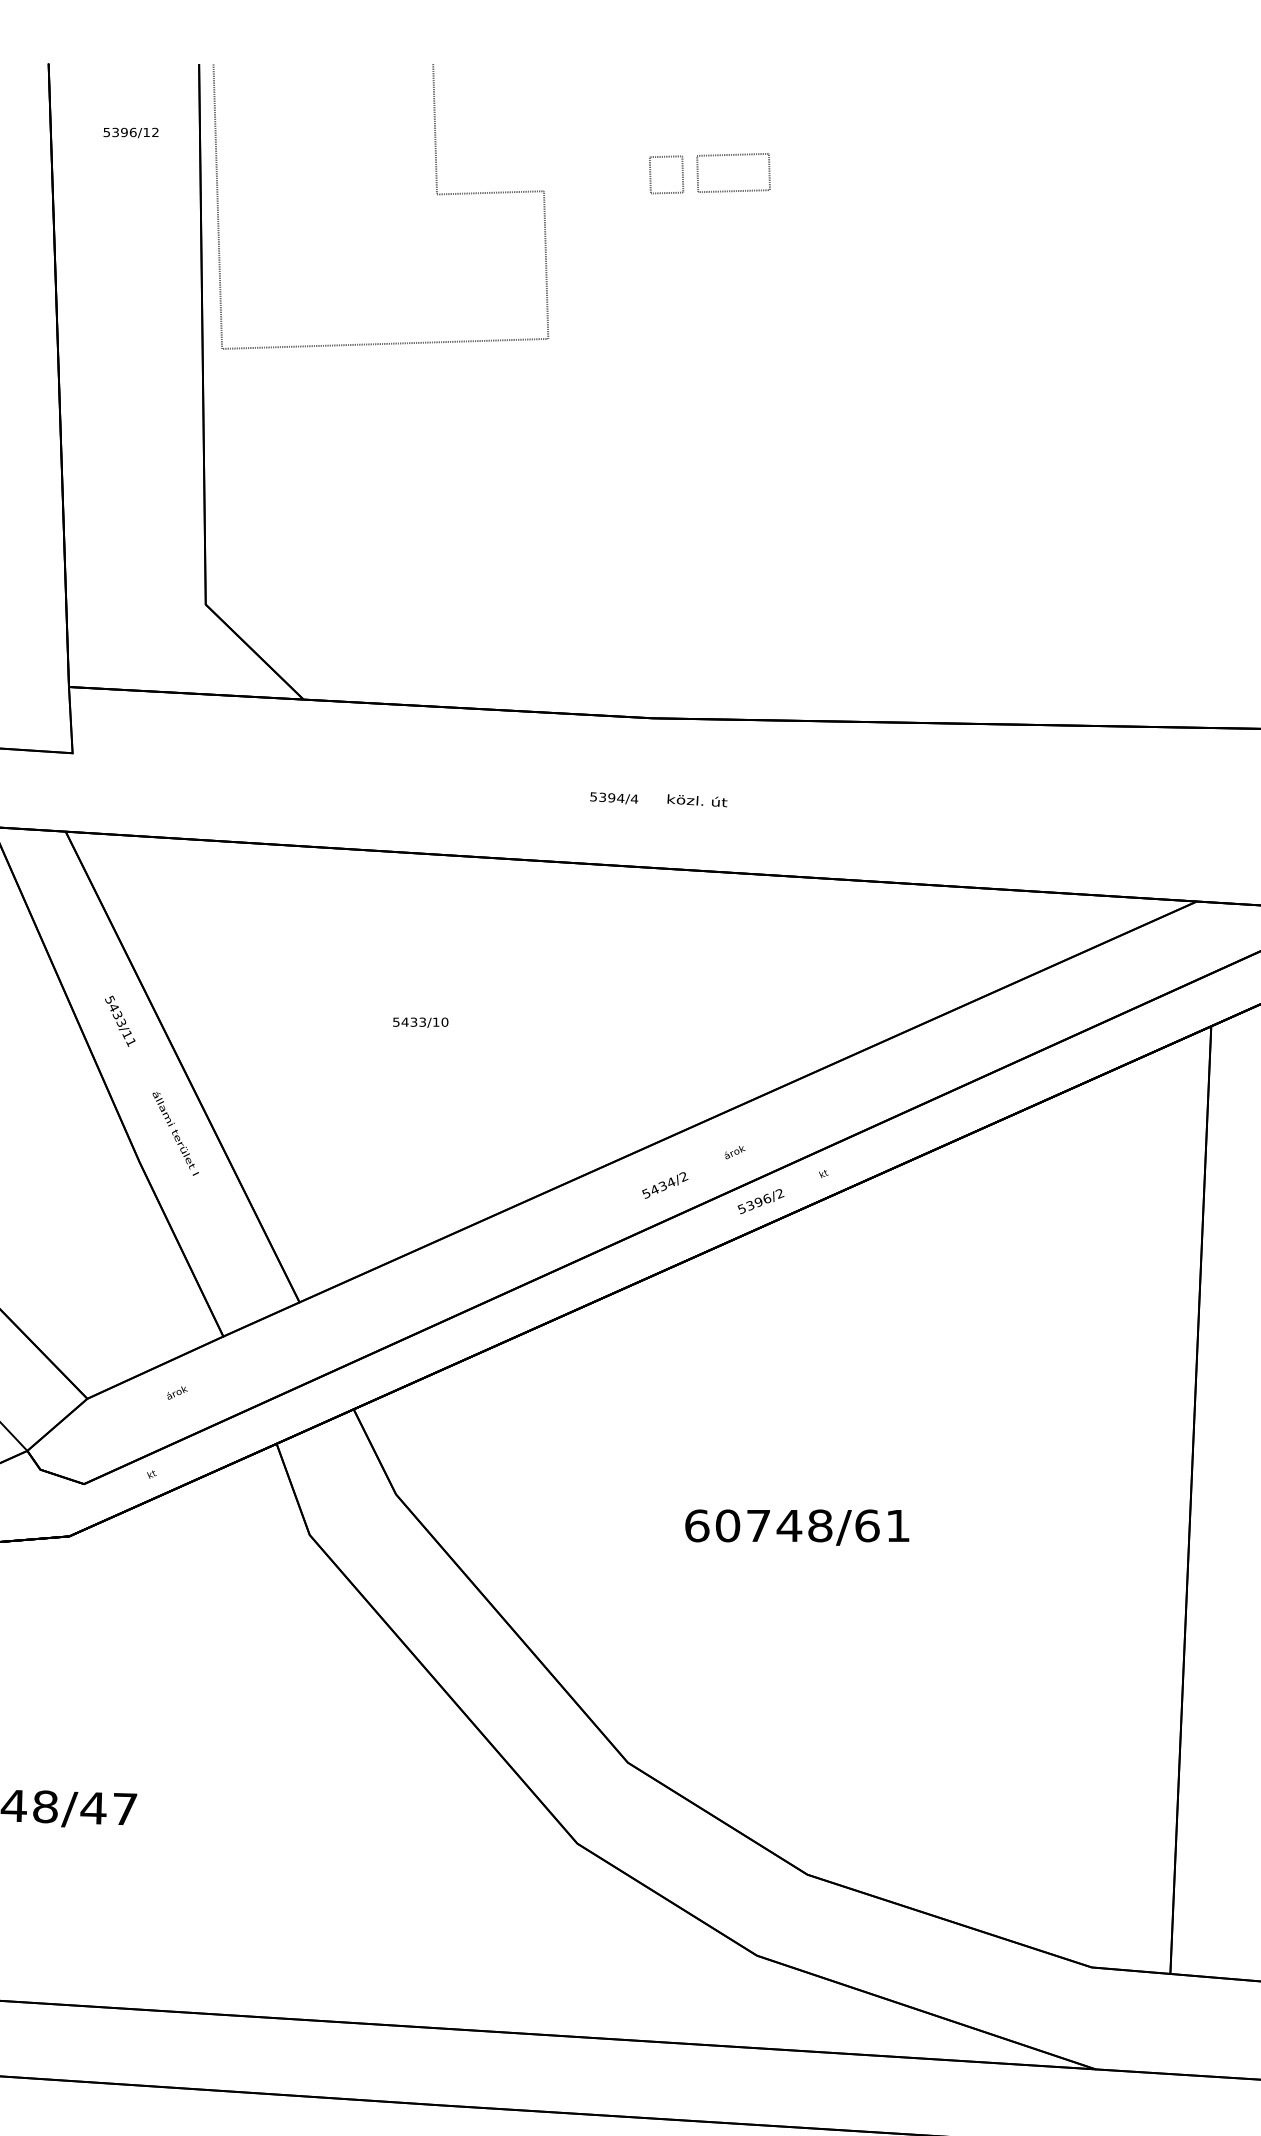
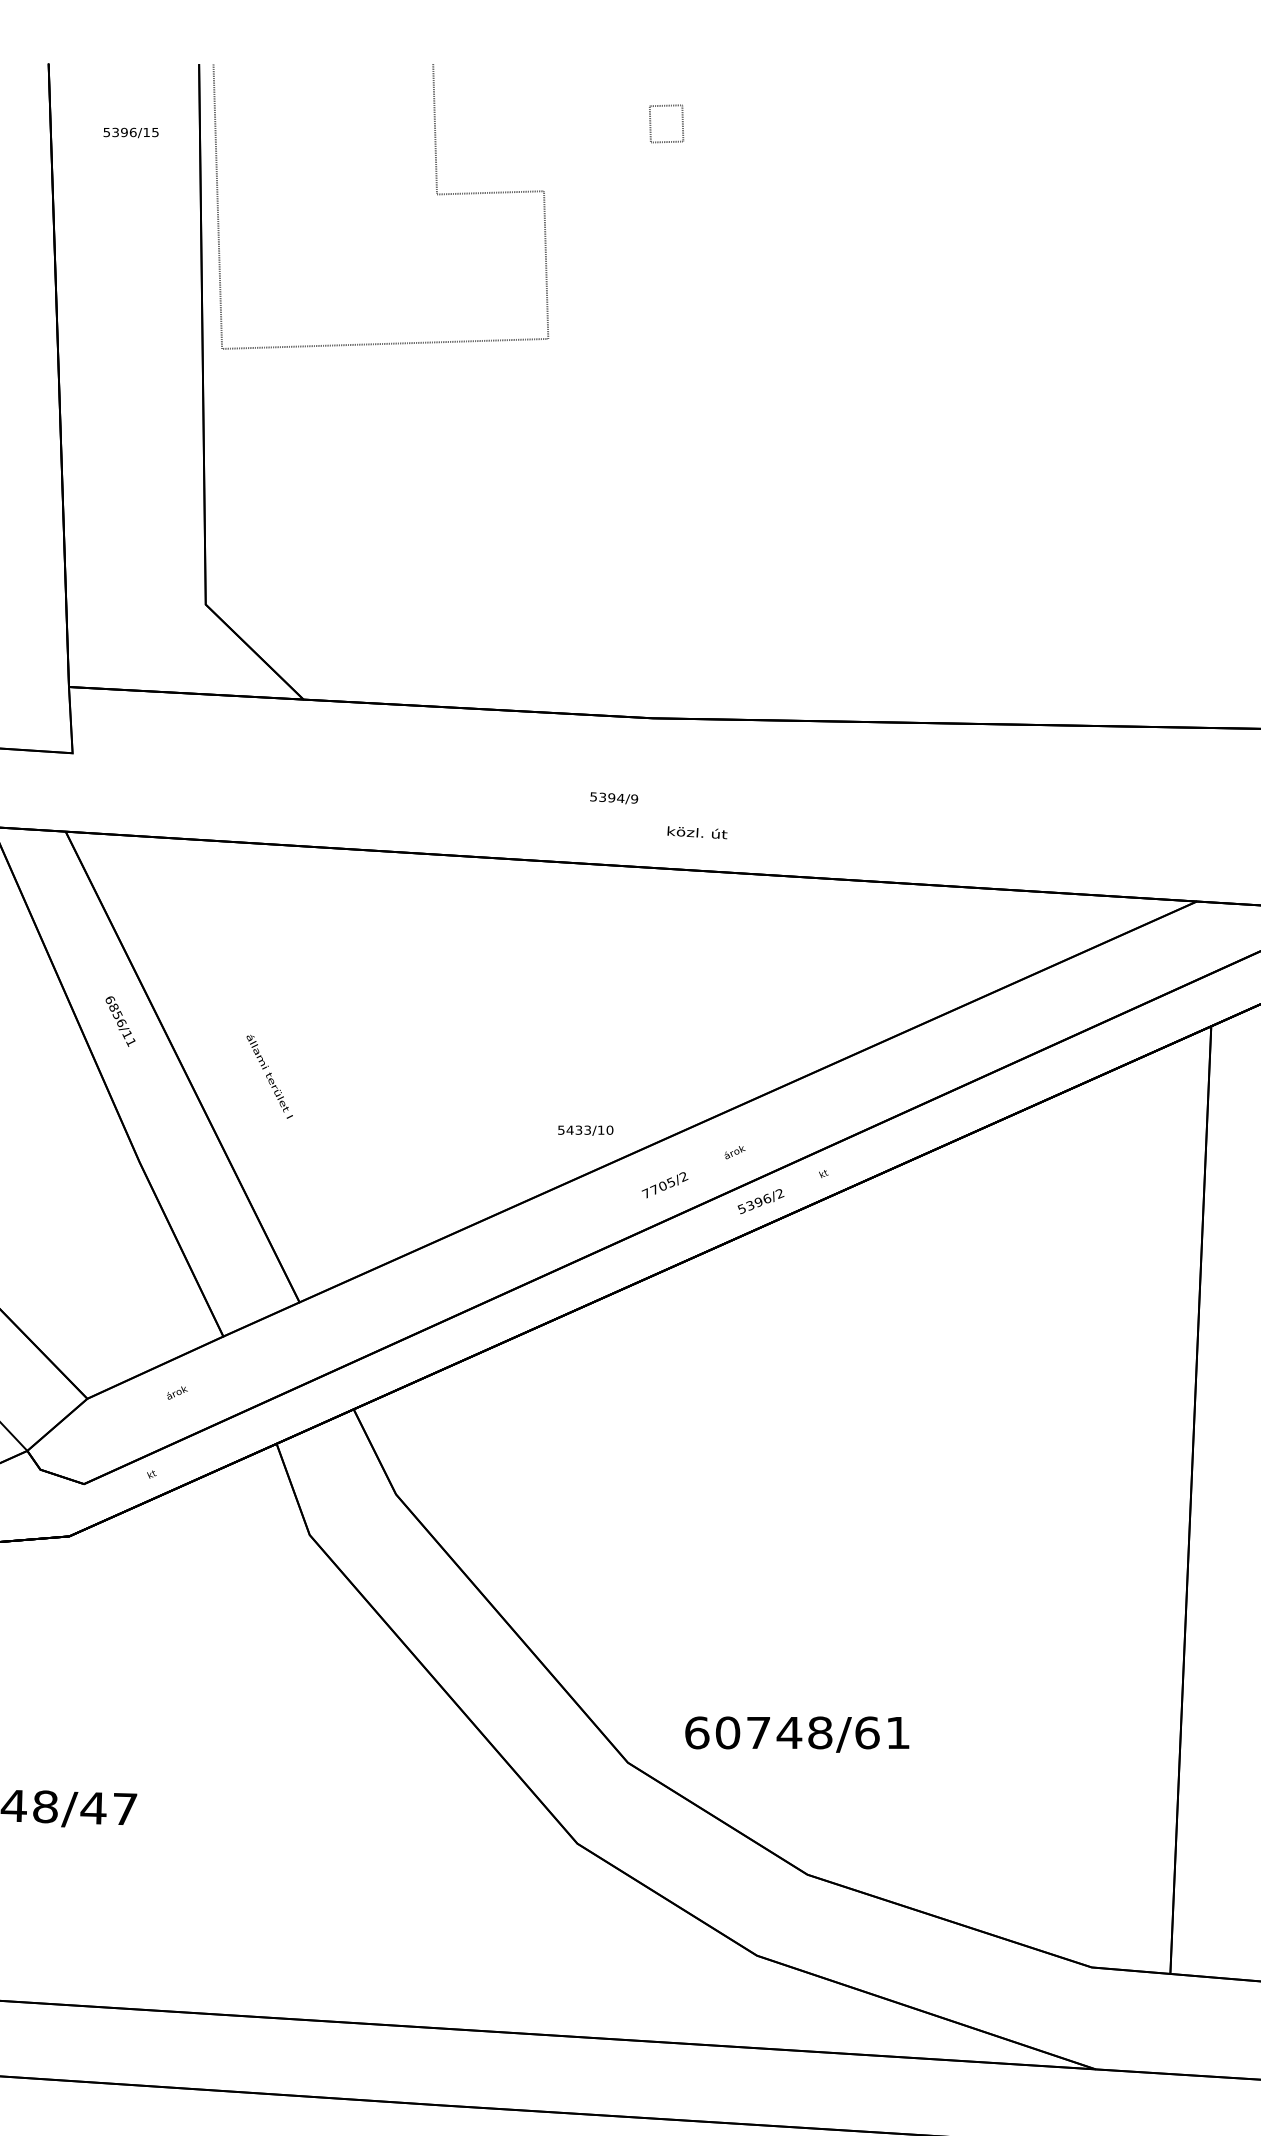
text at (155, 132): 5396/12 -> 5396/15
part at (733, 155): present -> none
part at (651, 174) position: (651, 174) -> (651, 123)
text at (634, 798): 5394/4 -> 5394/9
text at (697, 800) position: (697, 800) -> (697, 832)
text at (115, 1011): 5433/11 -> 6856/11
text at (420, 1022) position: (420, 1022) -> (585, 1130)
text at (175, 1133) position: (175, 1133) -> (269, 1076)
text at (658, 1187): 5434/2 -> 7705/2
text at (797, 1527) position: (797, 1527) -> (797, 1734)
